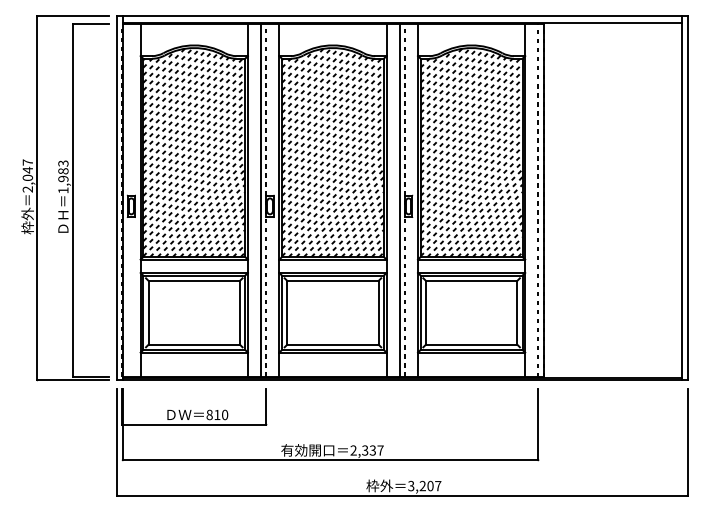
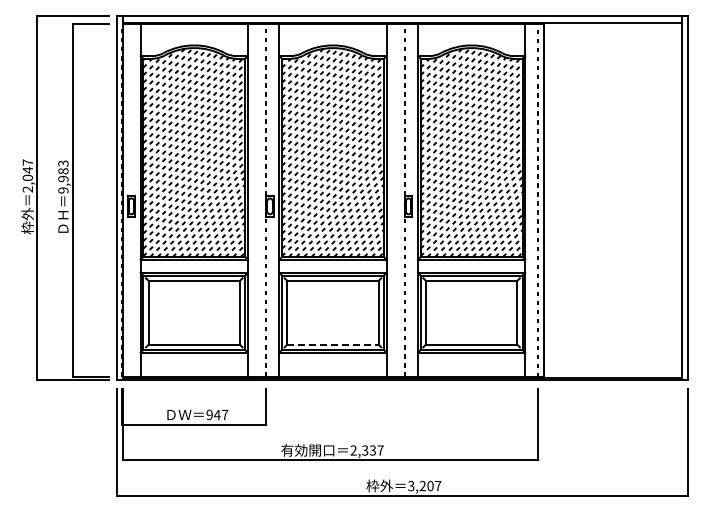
text at (63, 190): 1,983 -> 9,983
line at (260, 200): present -> none
line at (399, 200): present -> none
line at (332, 344): solid -> dashed
text at (217, 414): 810 -> 947
